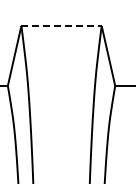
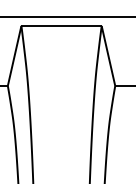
line at (67, 16): none -> present
line at (61, 25): dashed -> solid
